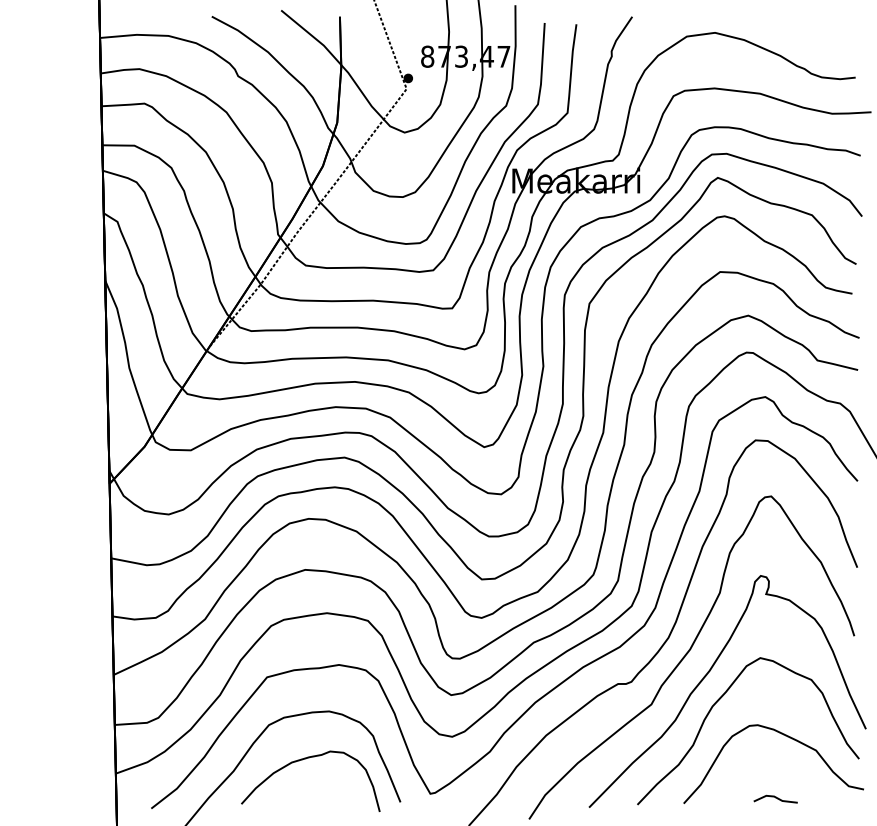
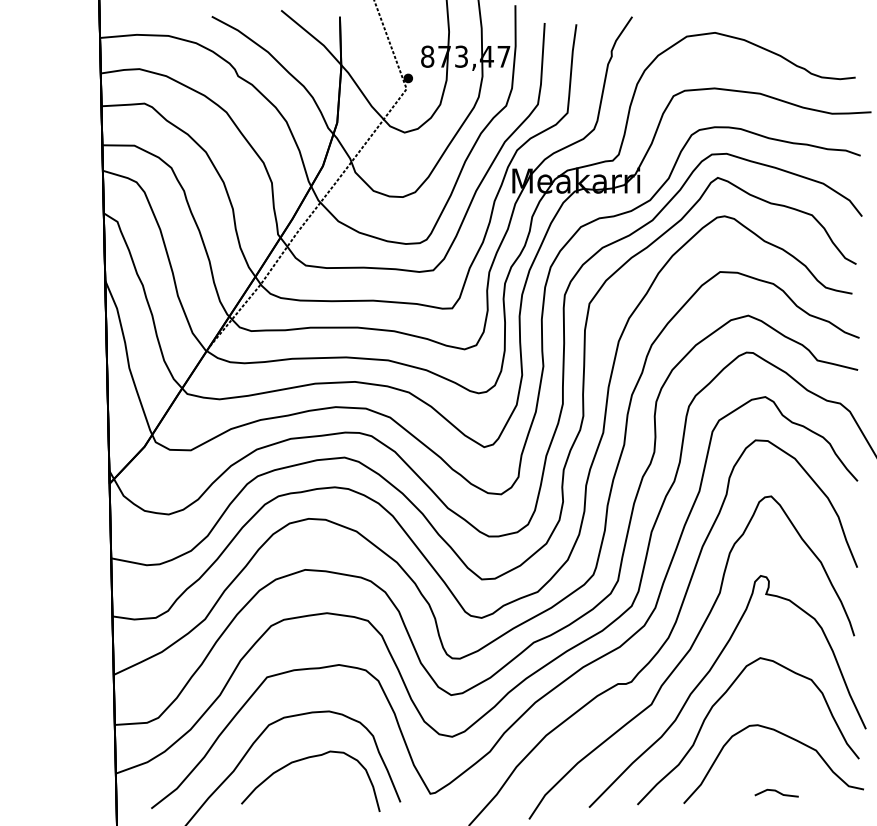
line at (775, 798) position: (775, 798) -> (776, 792)
